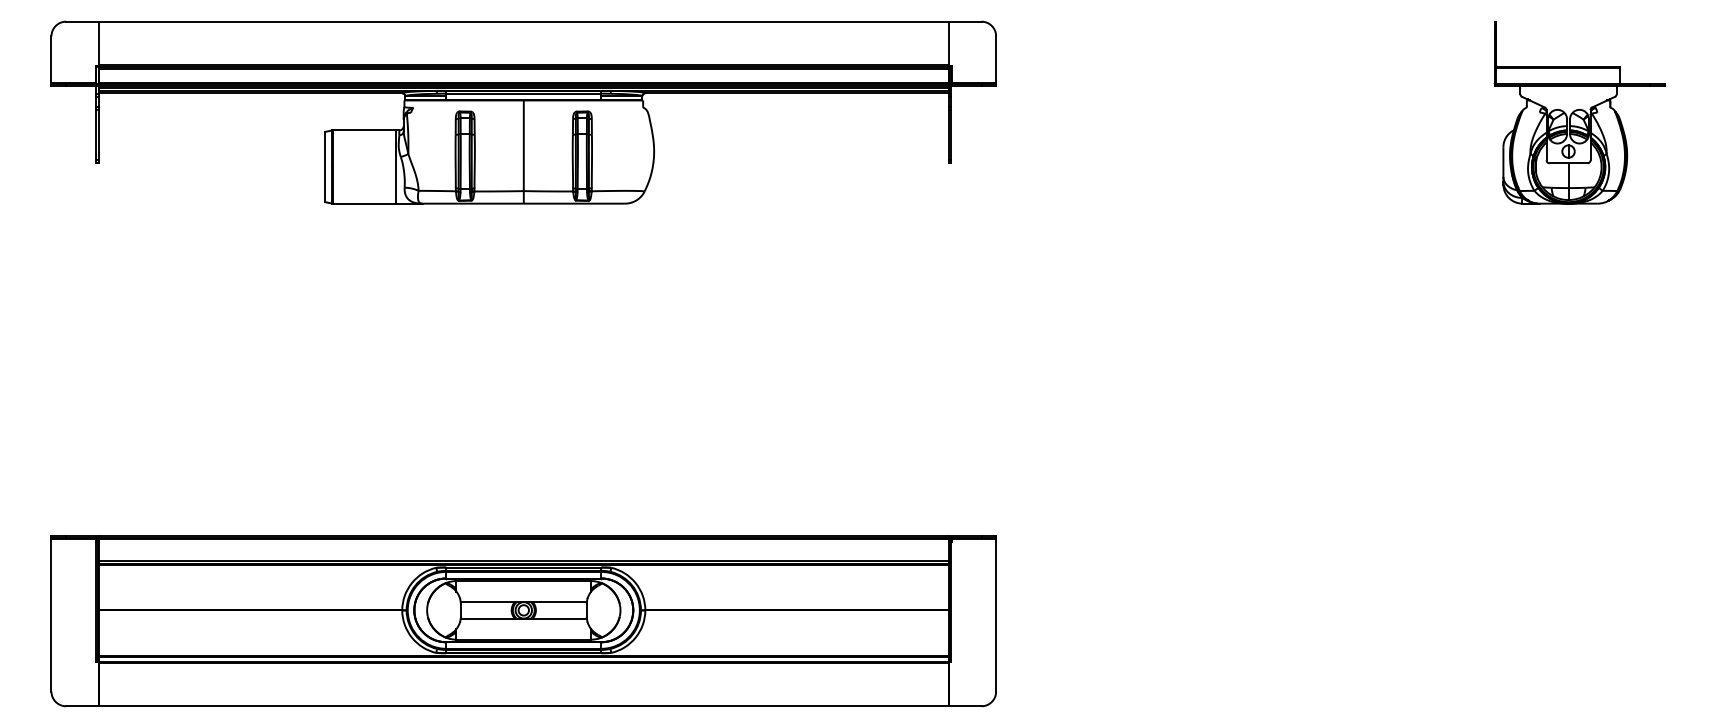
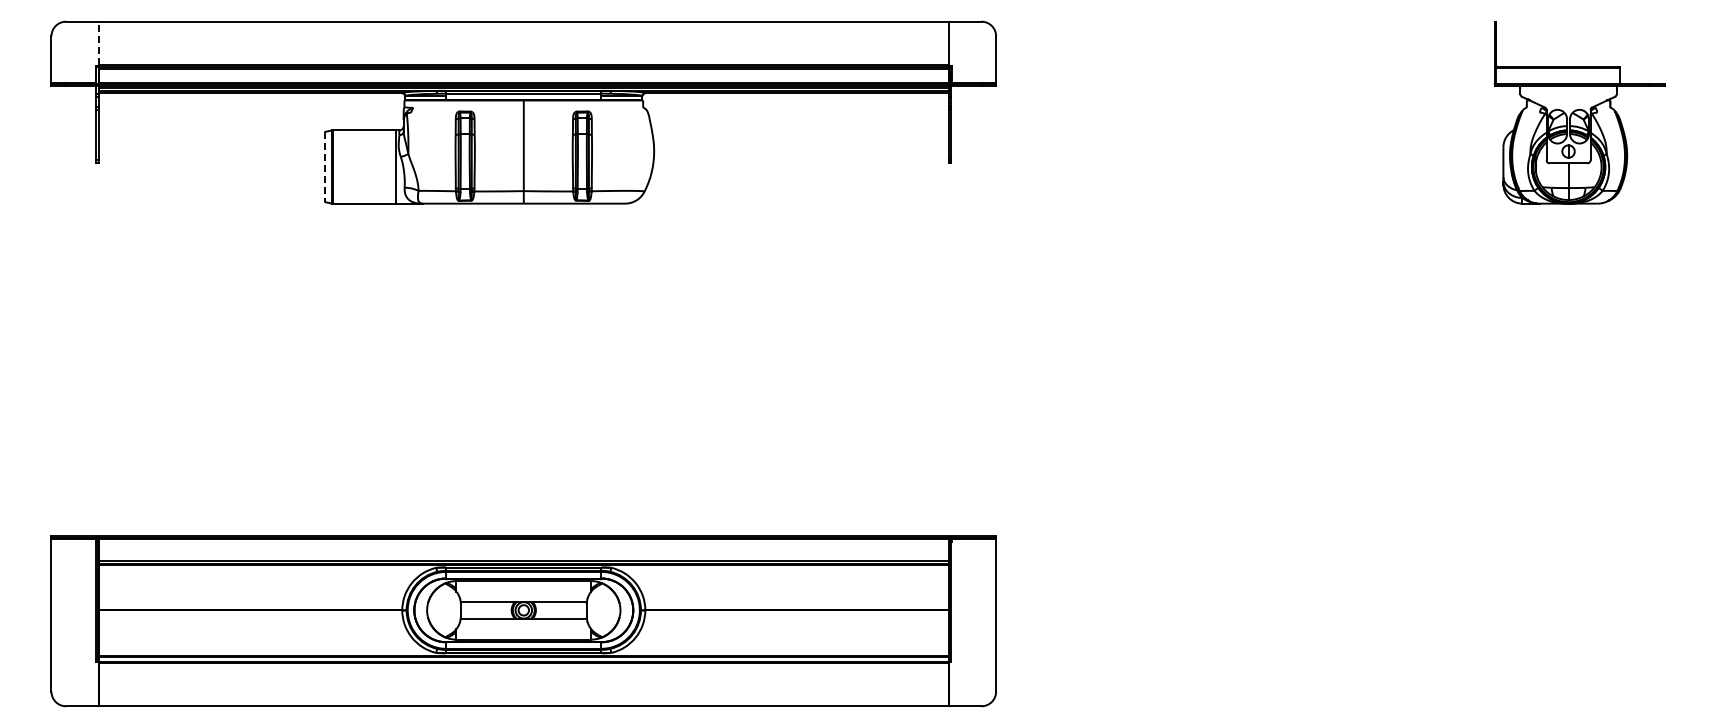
line at (99, 43): solid -> dashed
line at (325, 167): solid -> dashed
